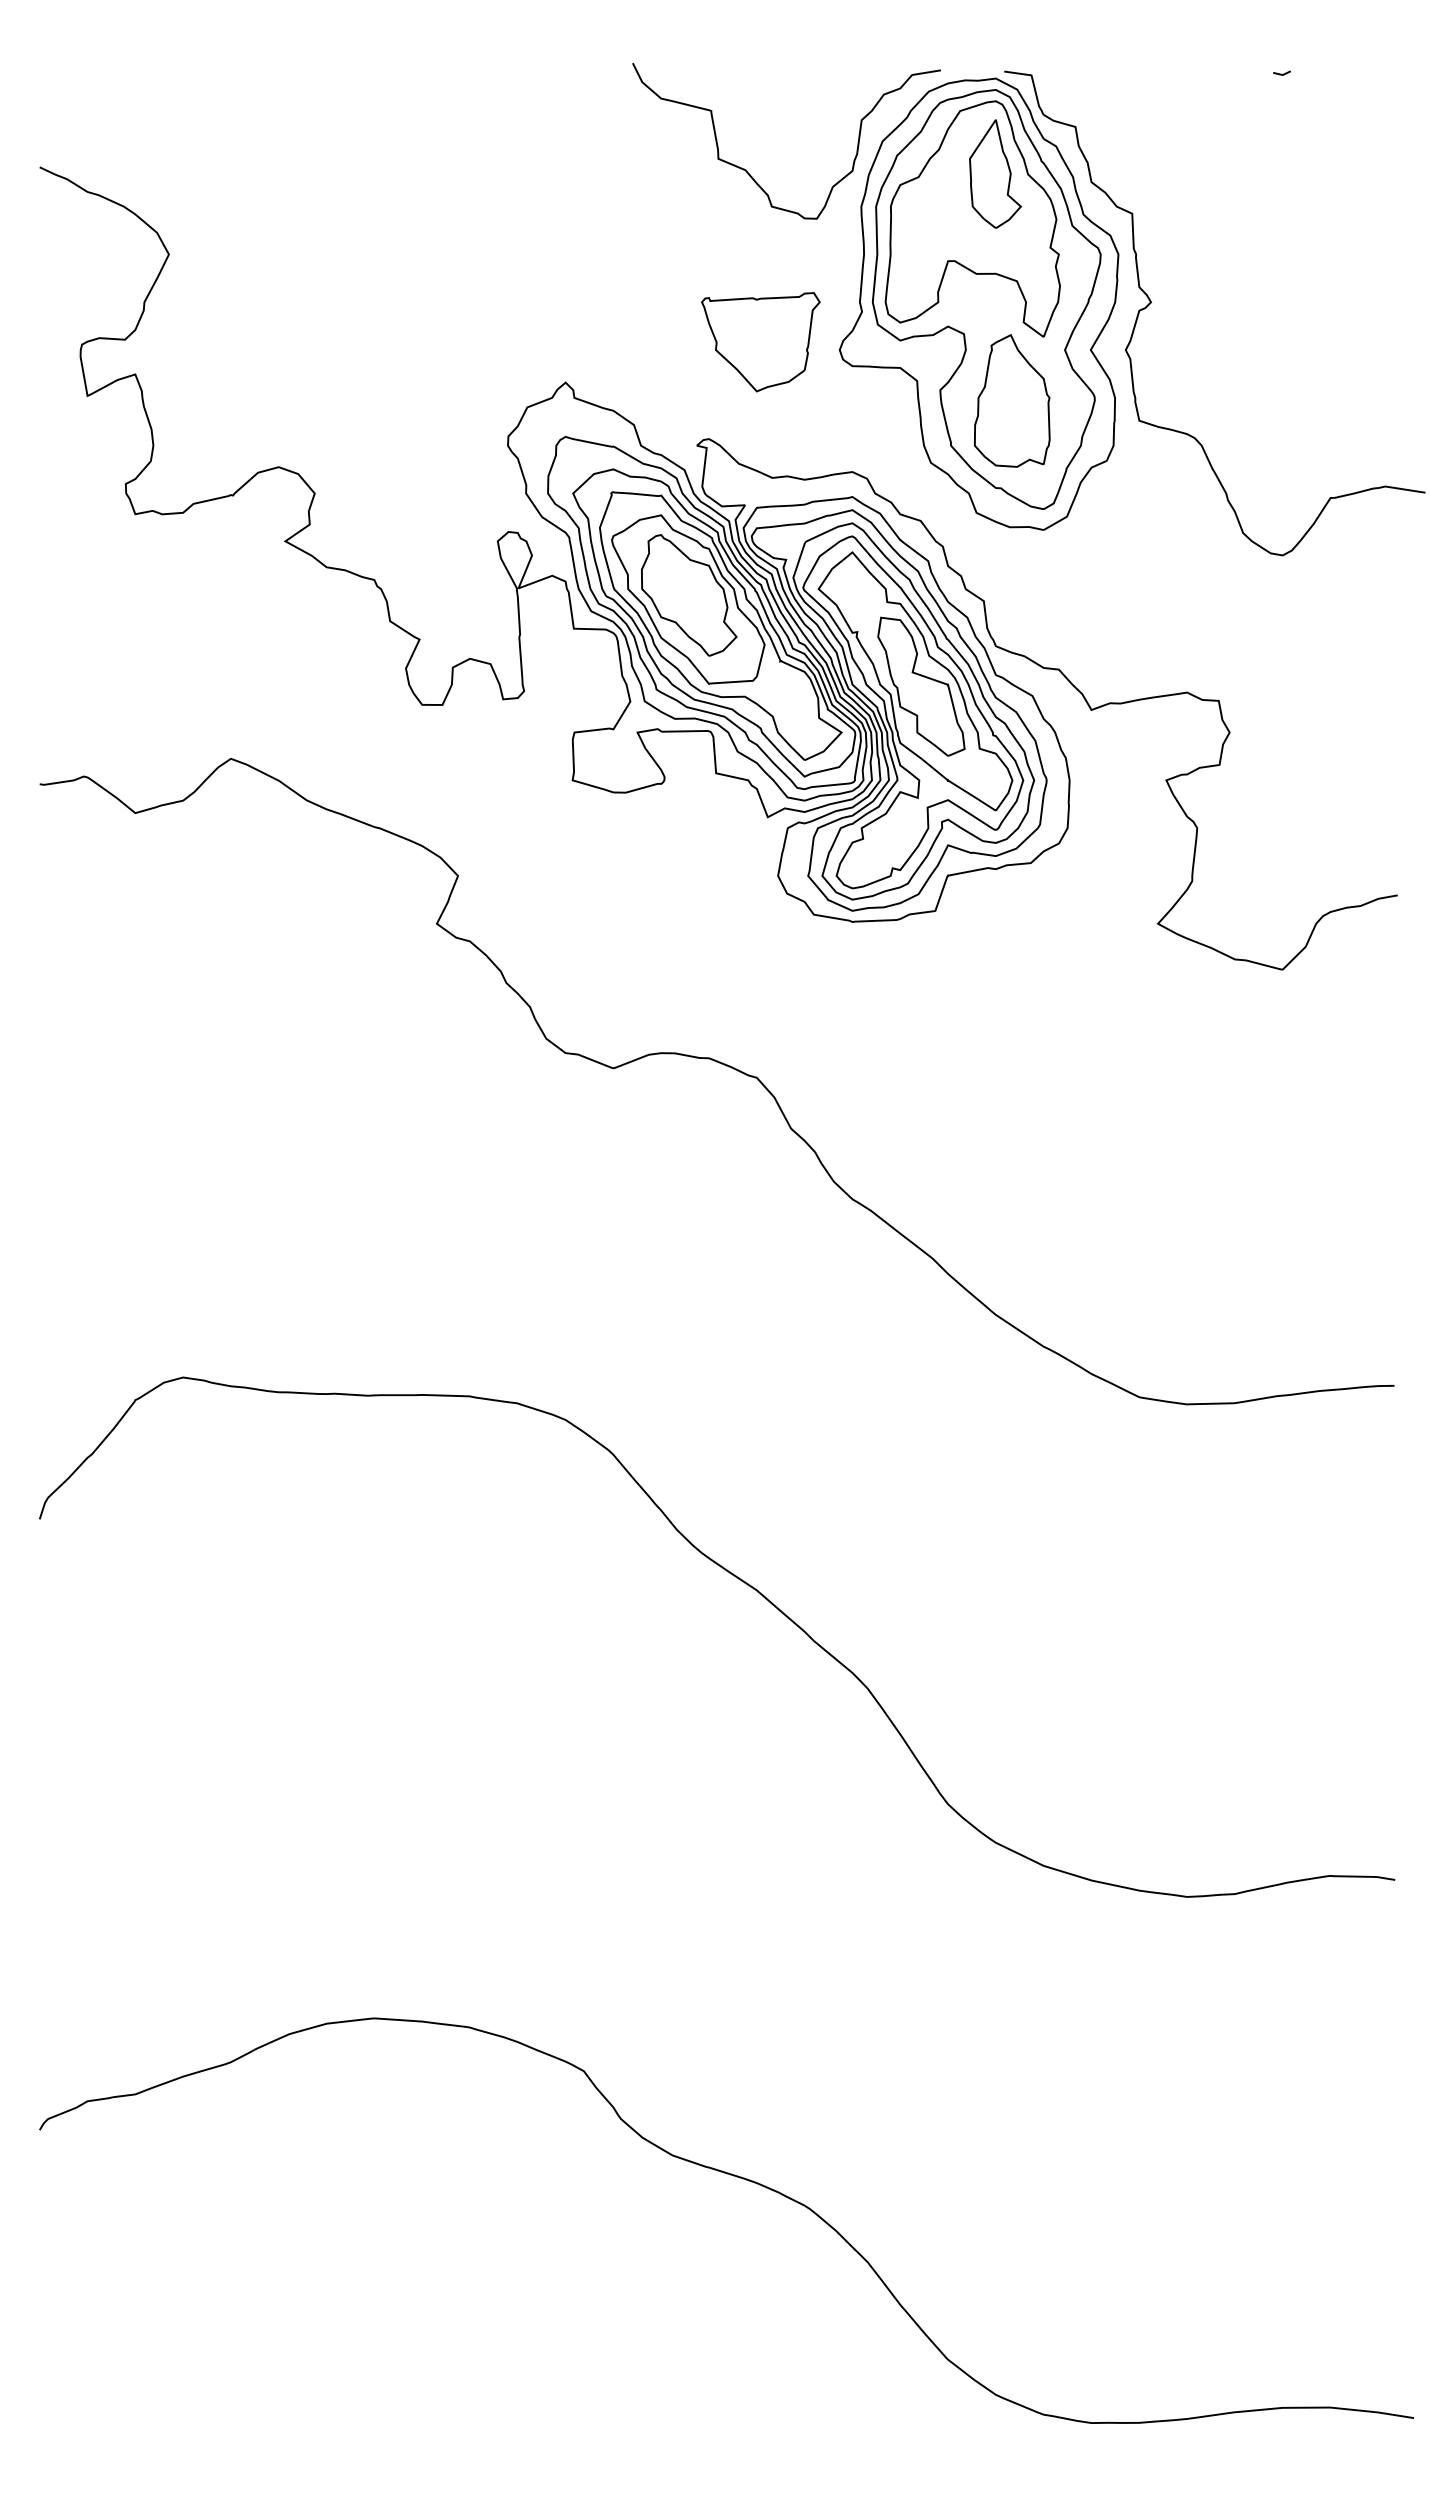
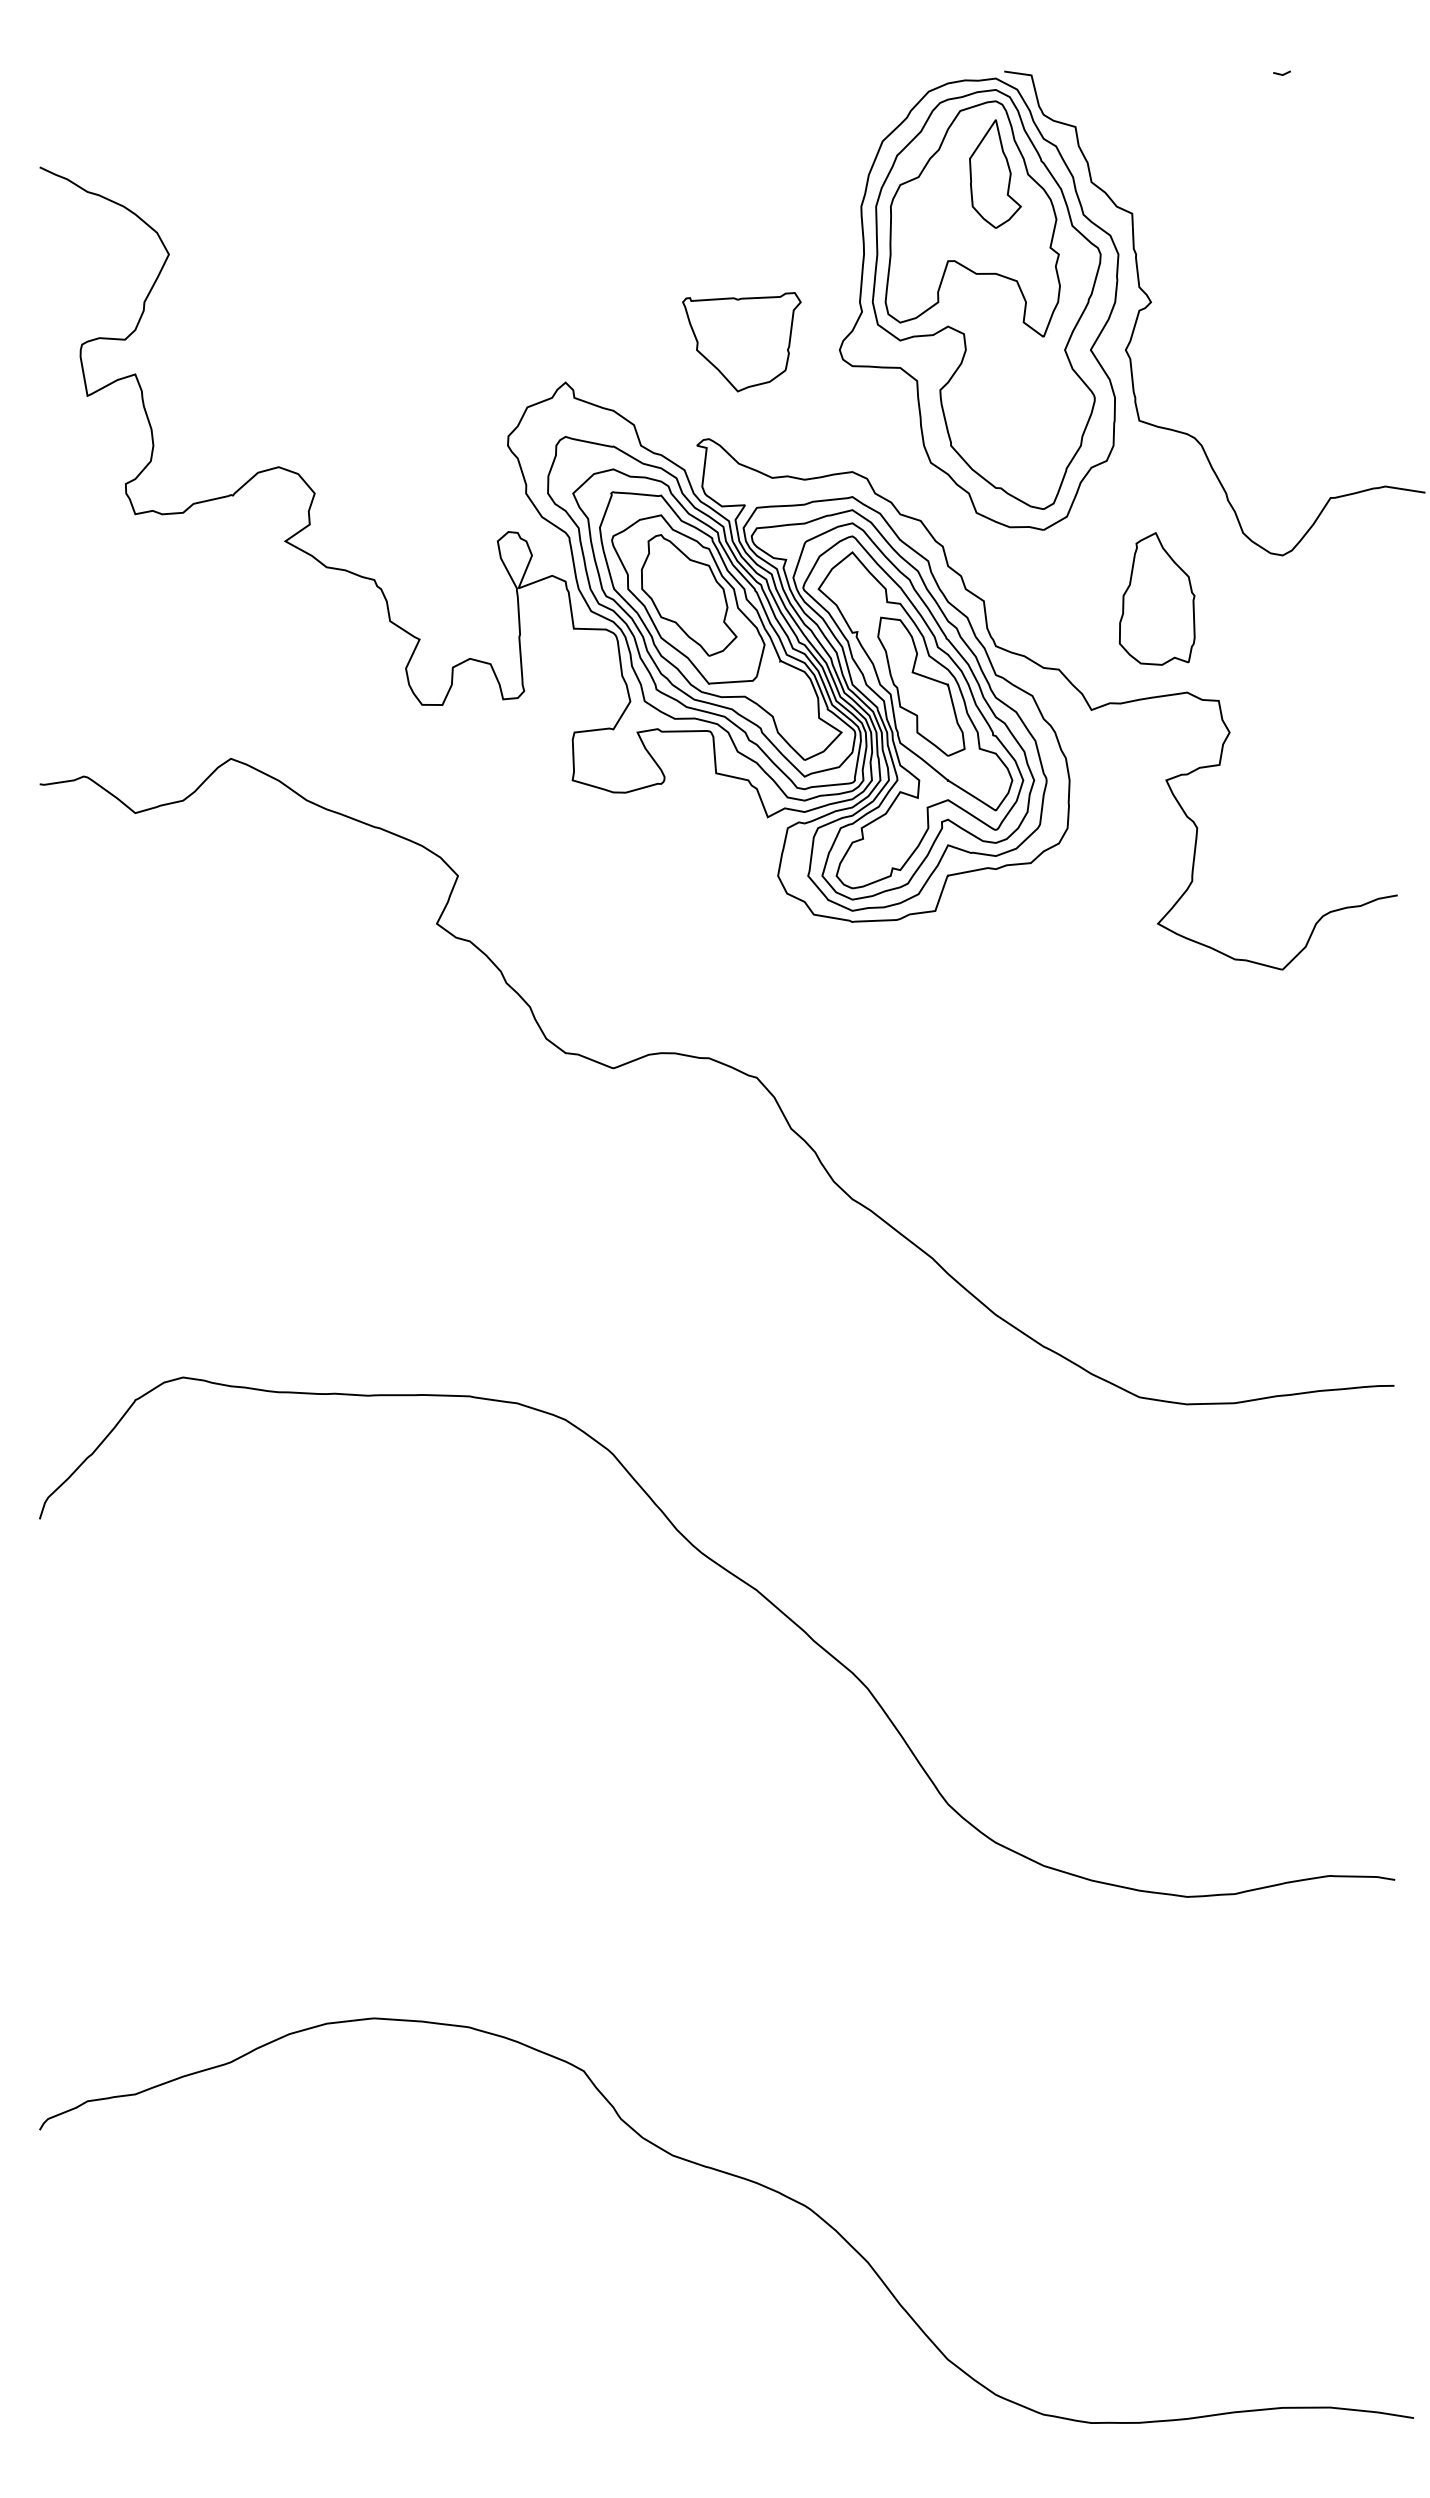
curve at (751, 175): present -> none
part at (760, 342) position: (760, 342) -> (741, 342)
part at (1012, 400) position: (1012, 400) -> (1157, 598)
